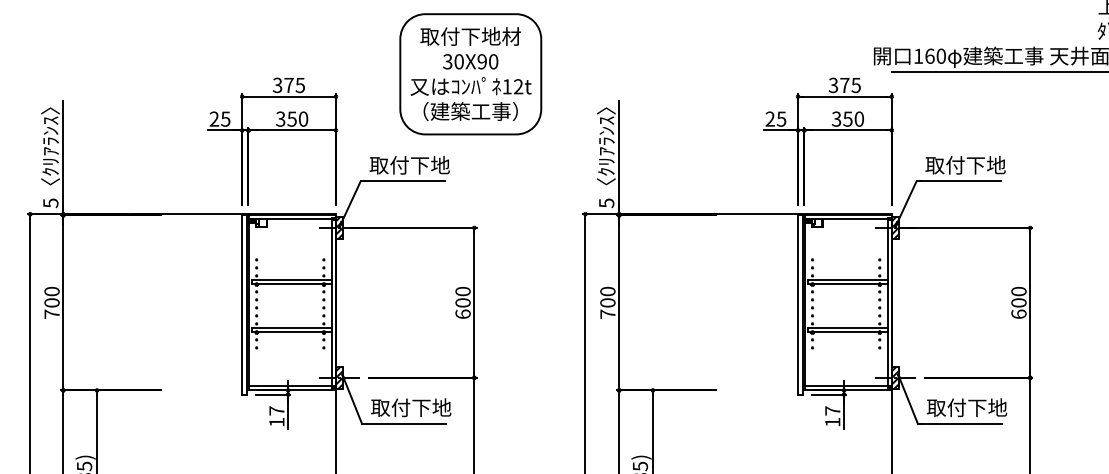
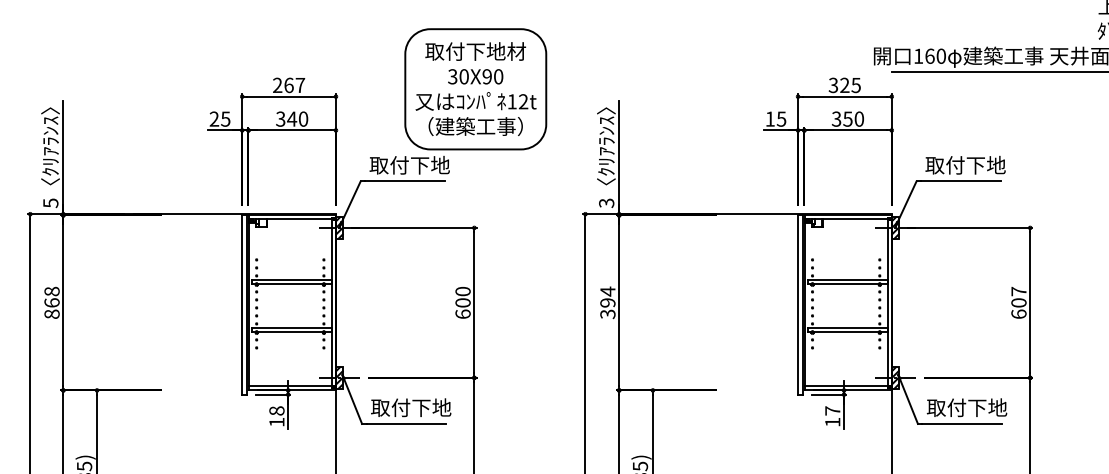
part at (470, 74) position: (470, 74) -> (475, 89)
text at (844, 84): 375 -> 325
text at (289, 85): 375 -> 267
text at (292, 118): 350 -> 340
text at (769, 118): 25 -> 15
text at (606, 202): 5 -> 3
text at (1018, 291): 600 -> 607
text at (51, 302): 700 -> 868
text at (607, 302): 700 -> 394
text at (276, 410): 17 -> 18
